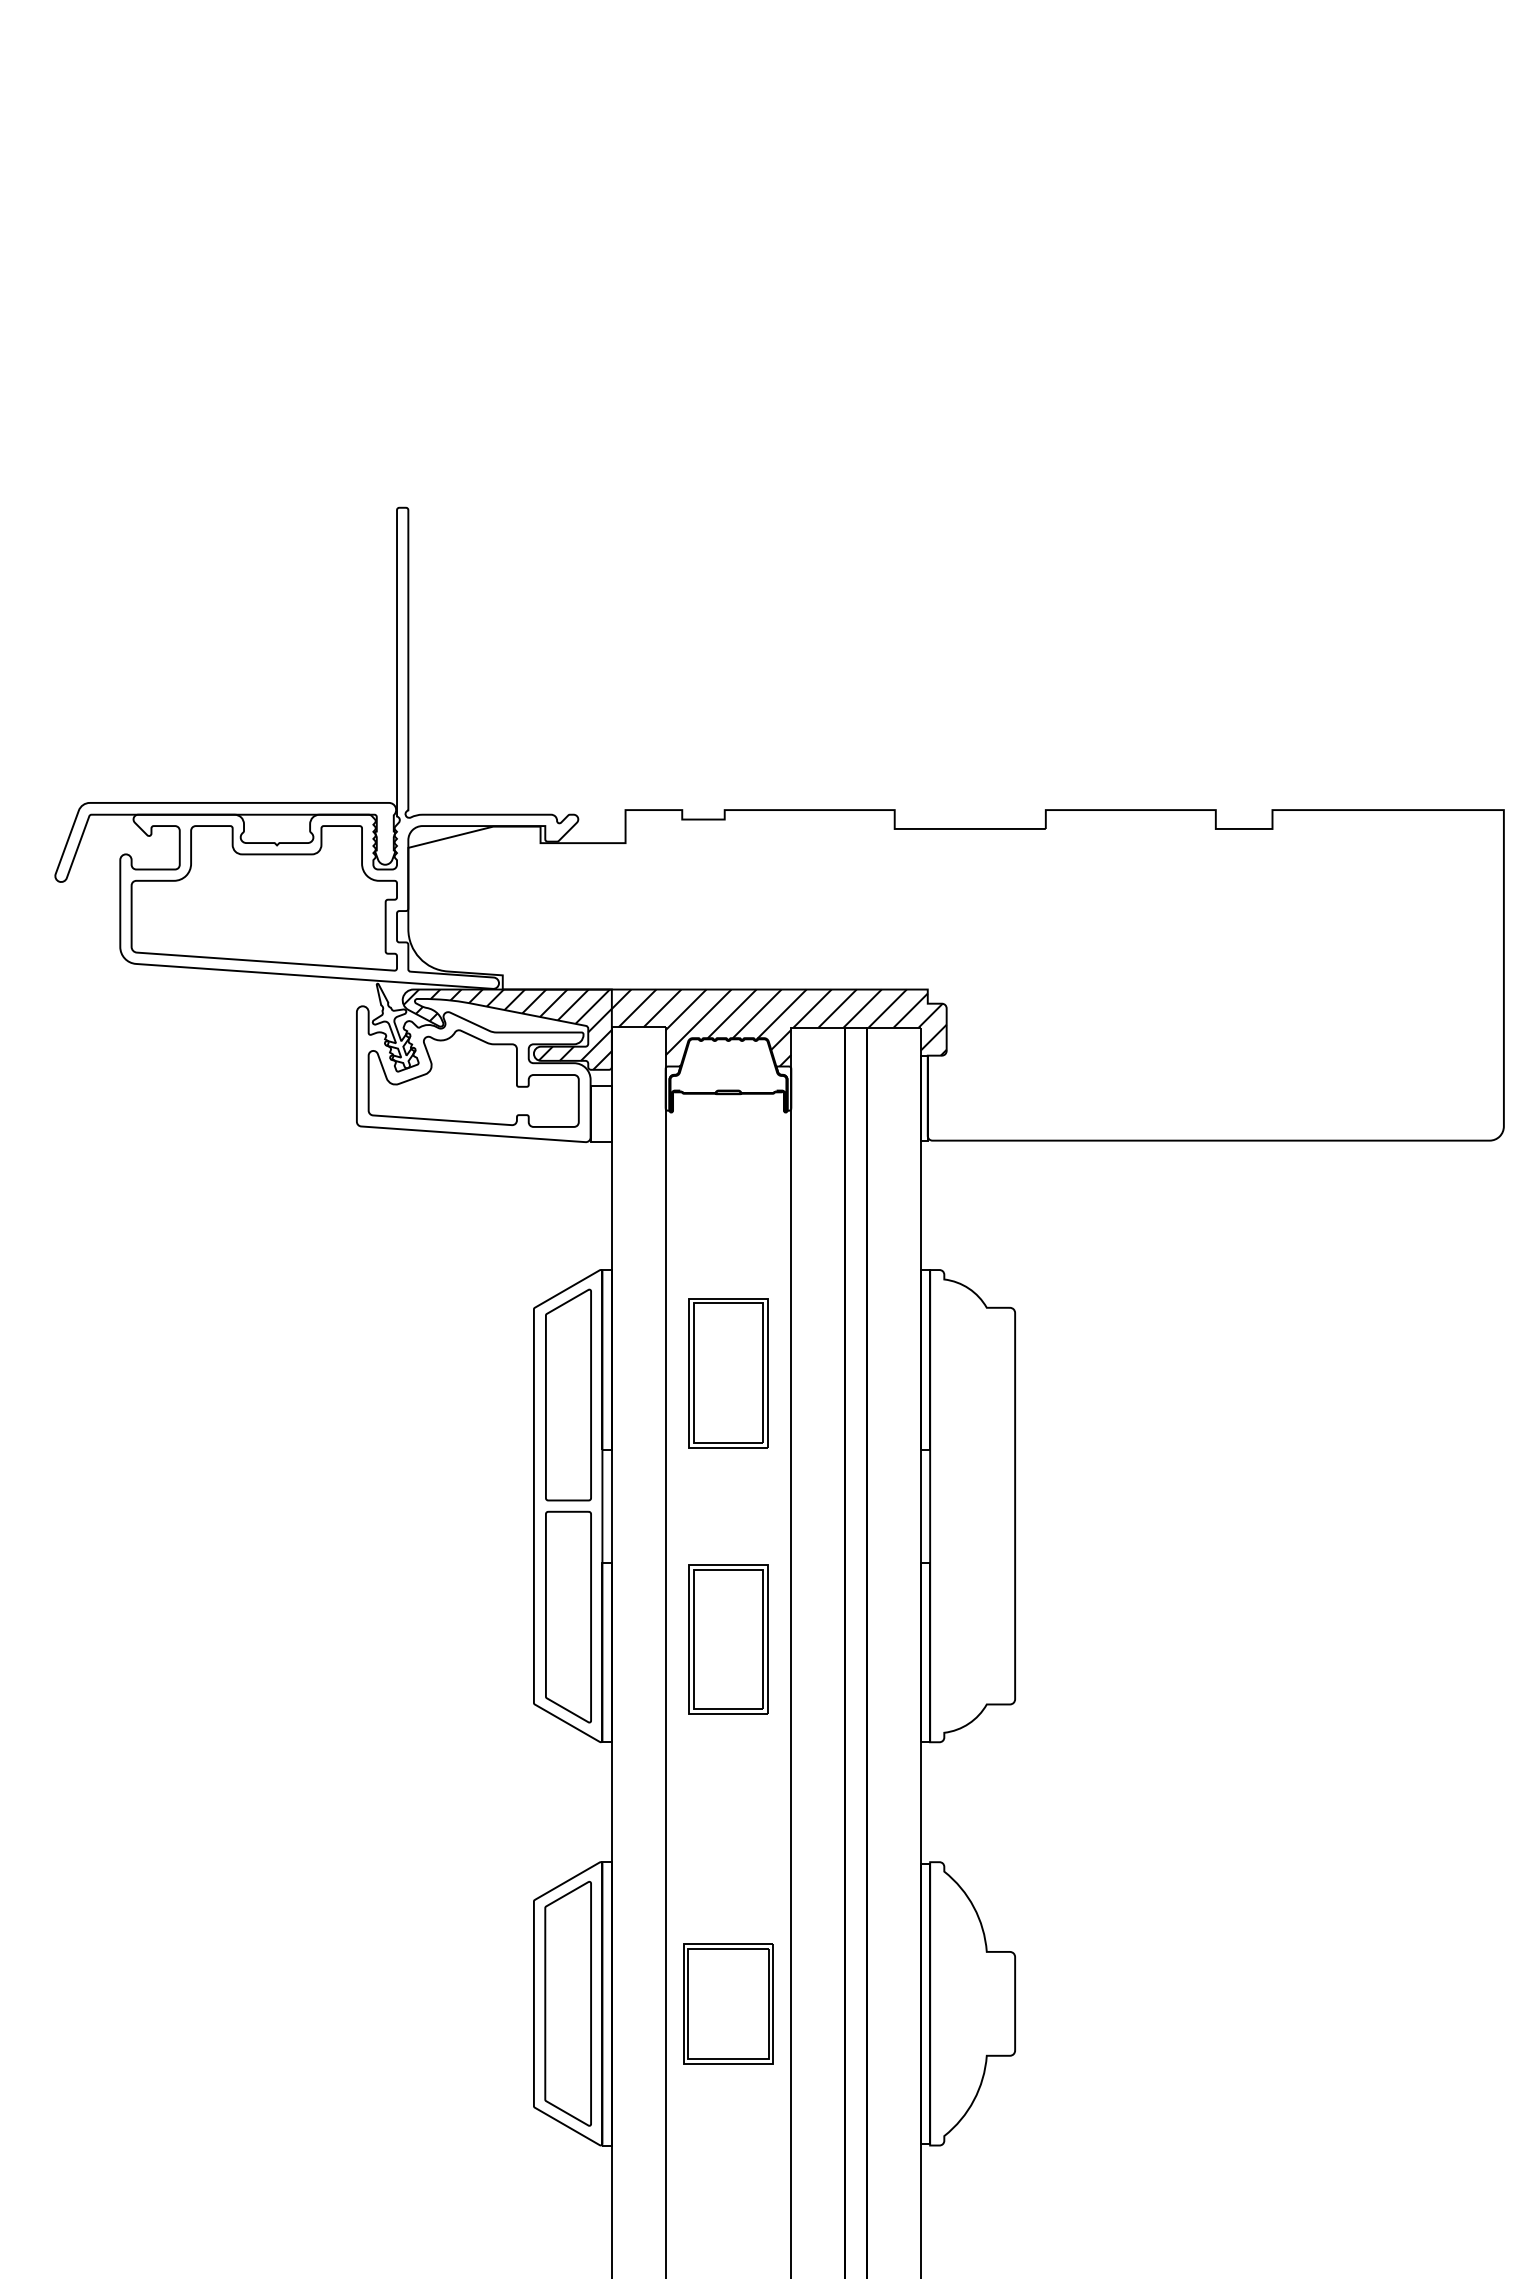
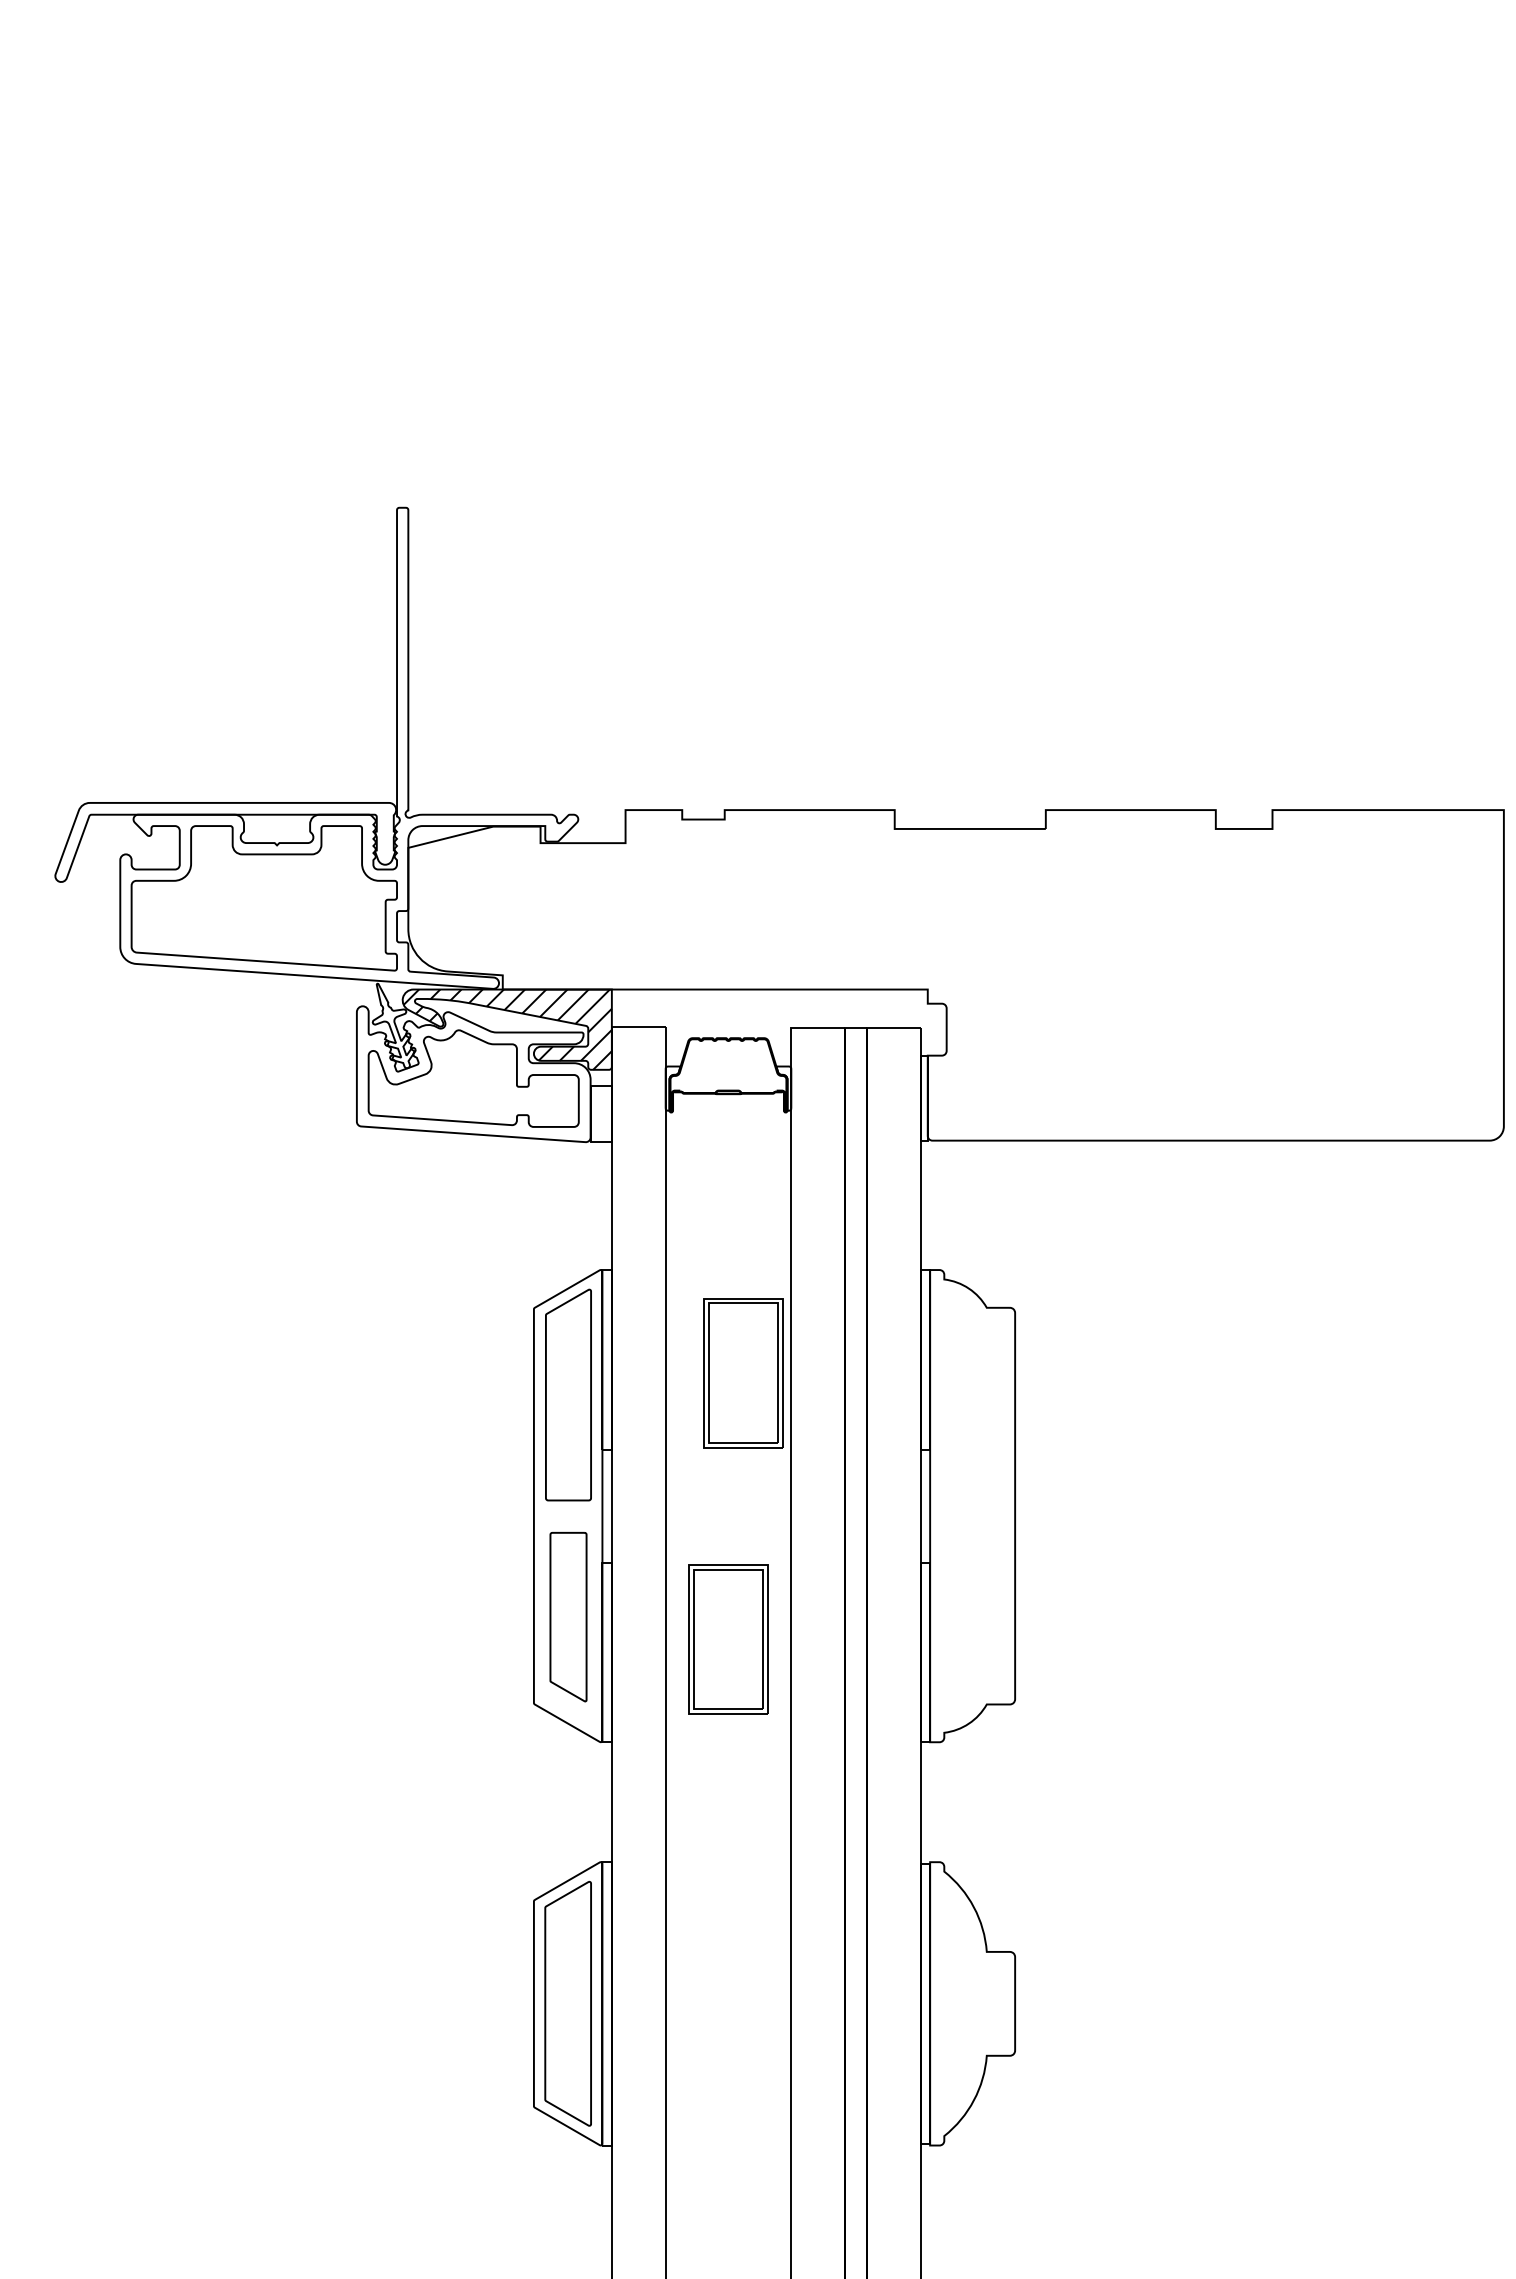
hatch at (778, 1027): present -> none
part at (728, 1373) position: (728, 1373) -> (743, 1373)
part at (568, 1616) size: 47x214 px -> 39x171 px
part at (728, 2003): present -> none
